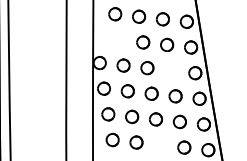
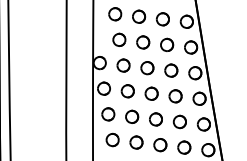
part at (119, 39): none -> present
part at (171, 70): none -> present
part at (160, 145): none -> present
